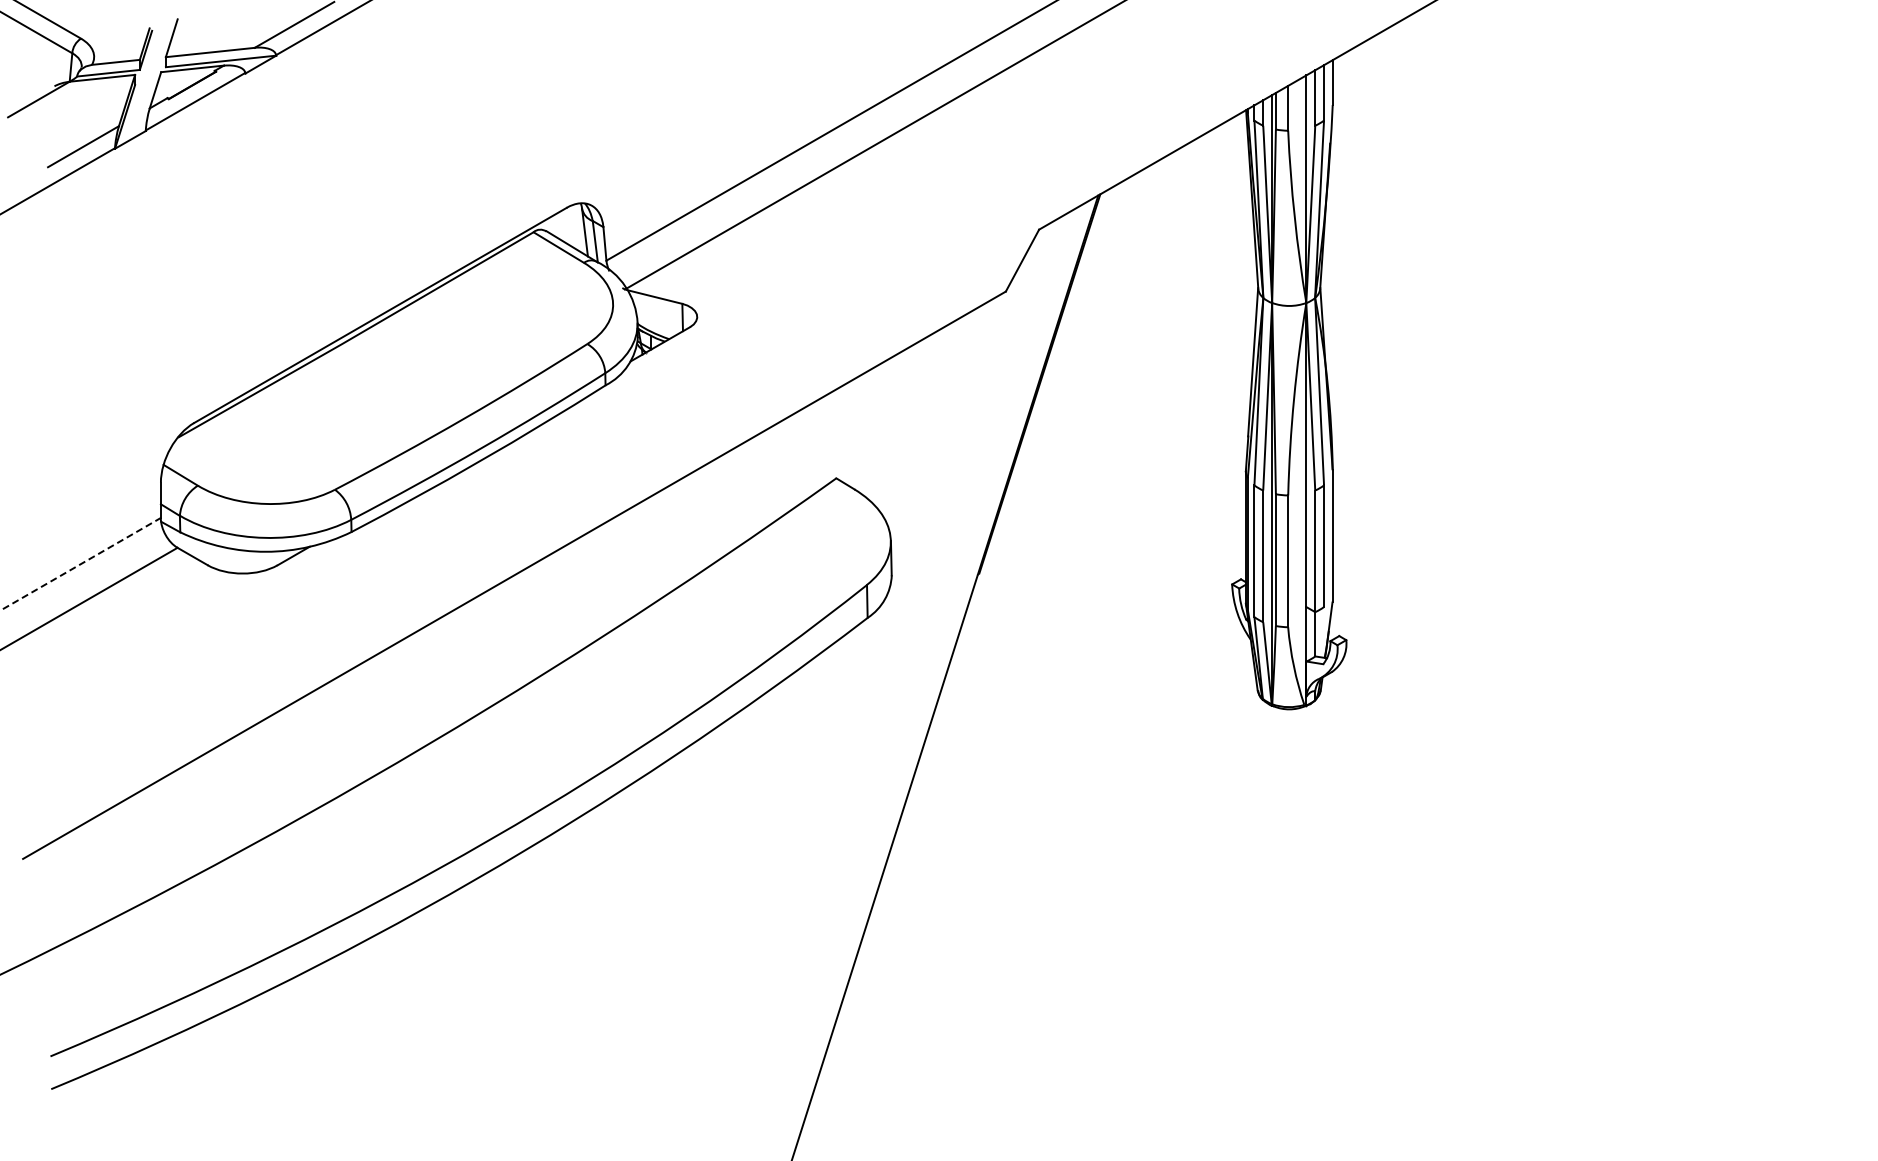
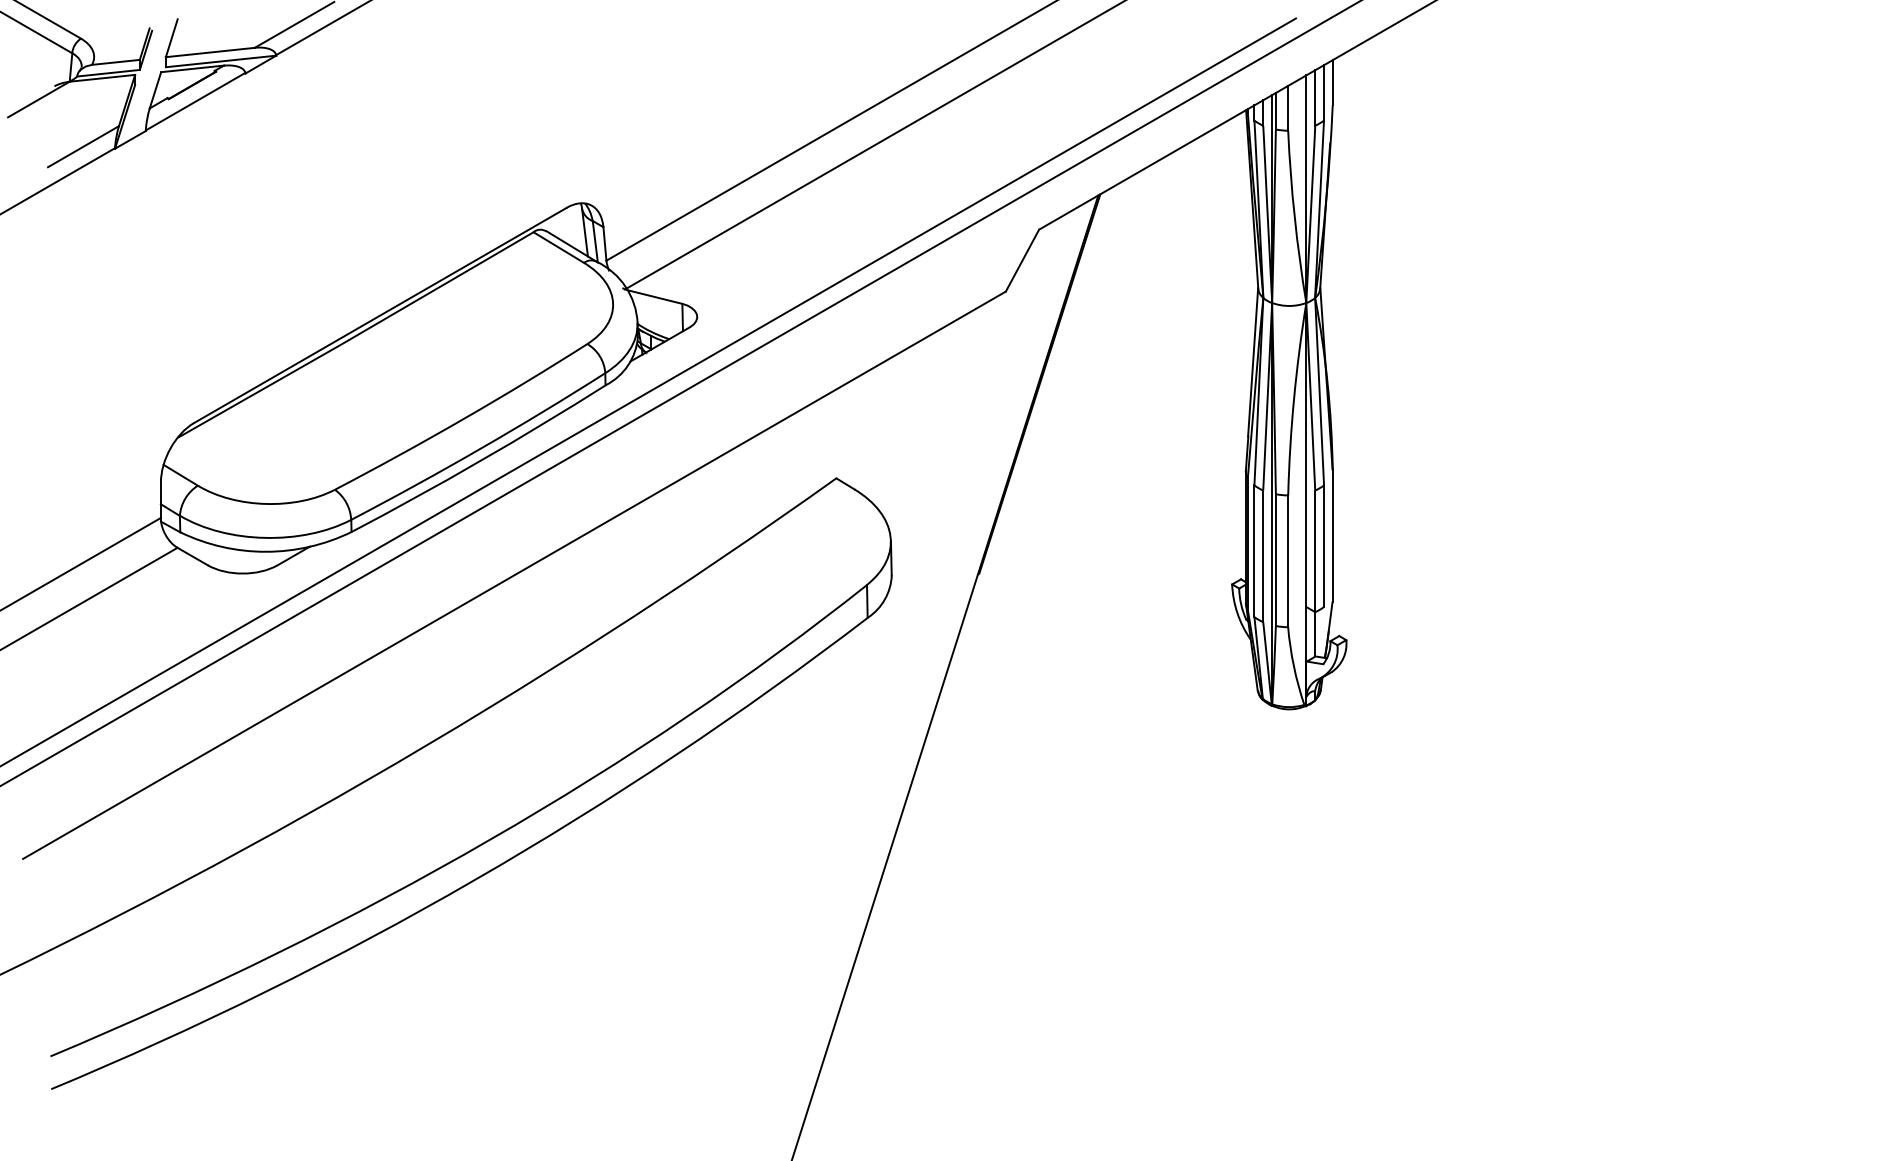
line at (649, 391): none -> present
line at (680, 393): none -> present
line at (81, 563): dashed -> solid
